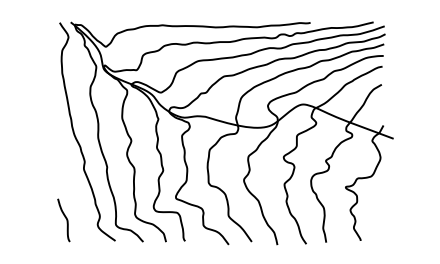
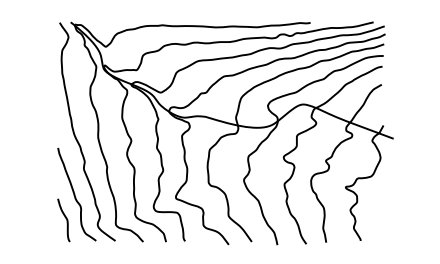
curve at (75, 194): none -> present
